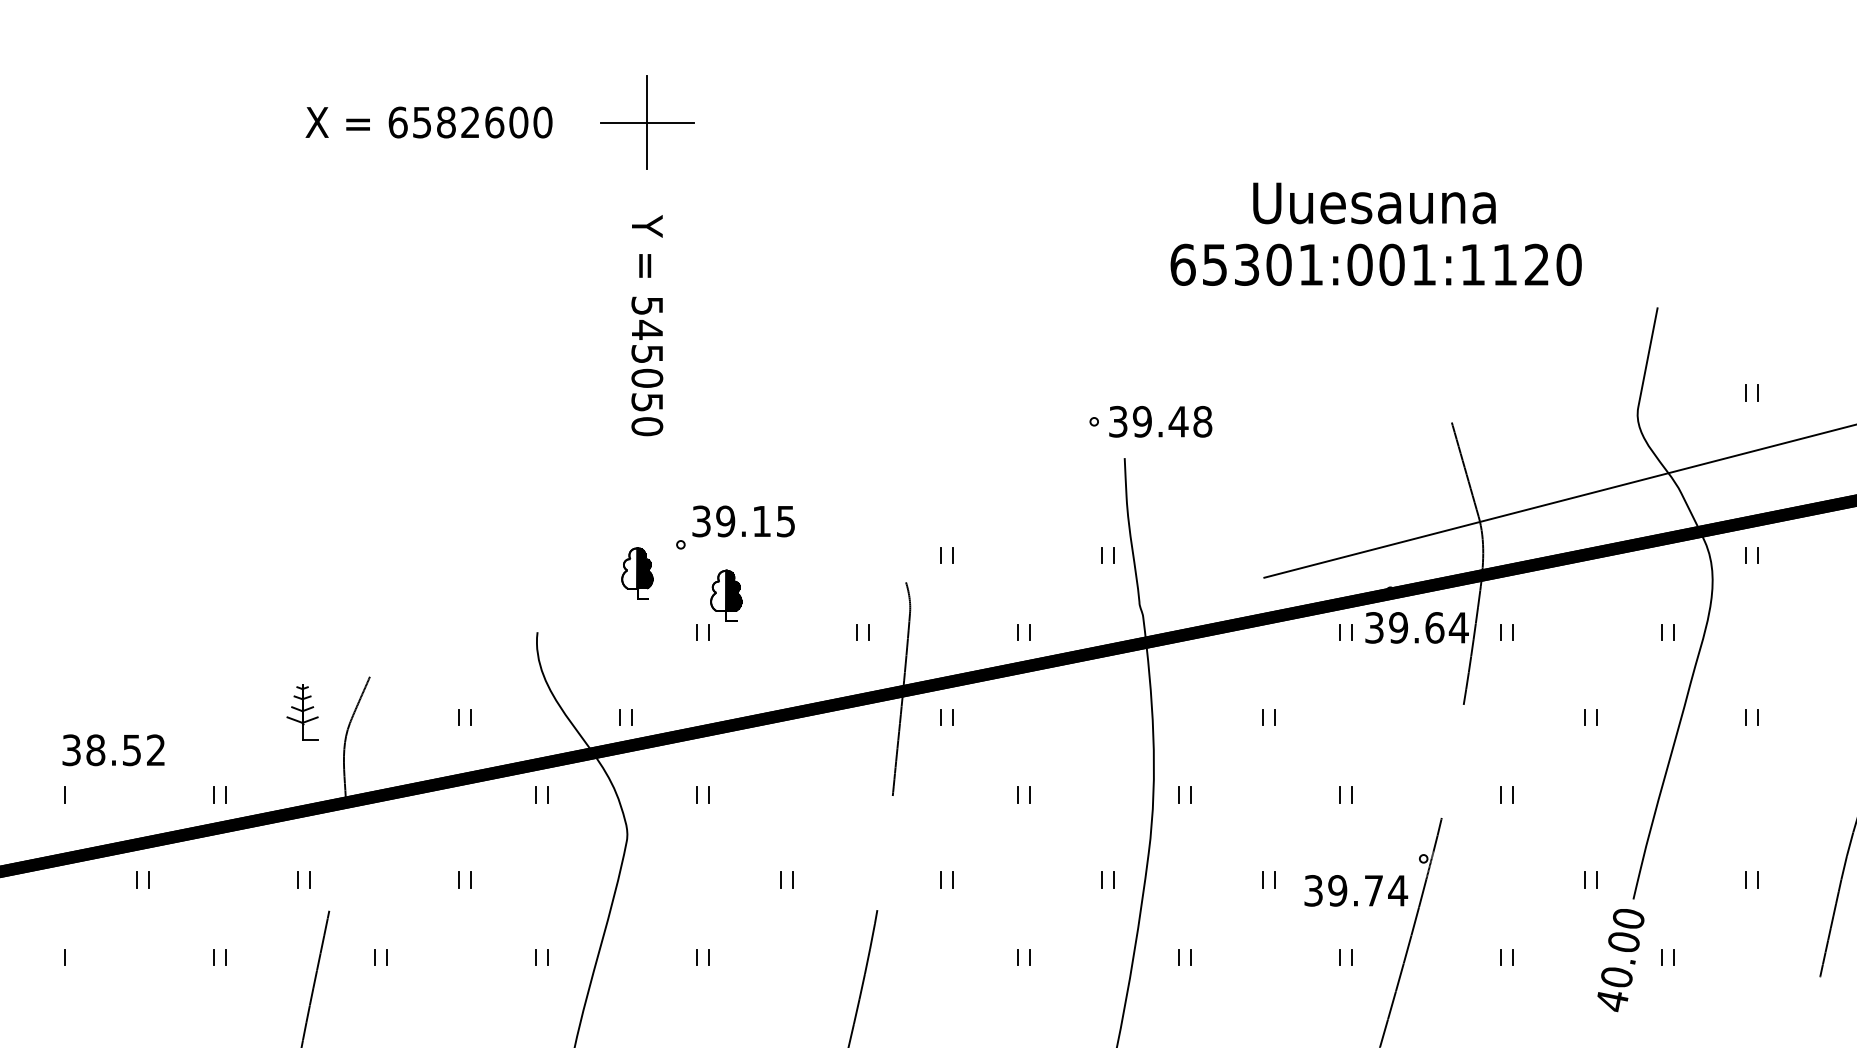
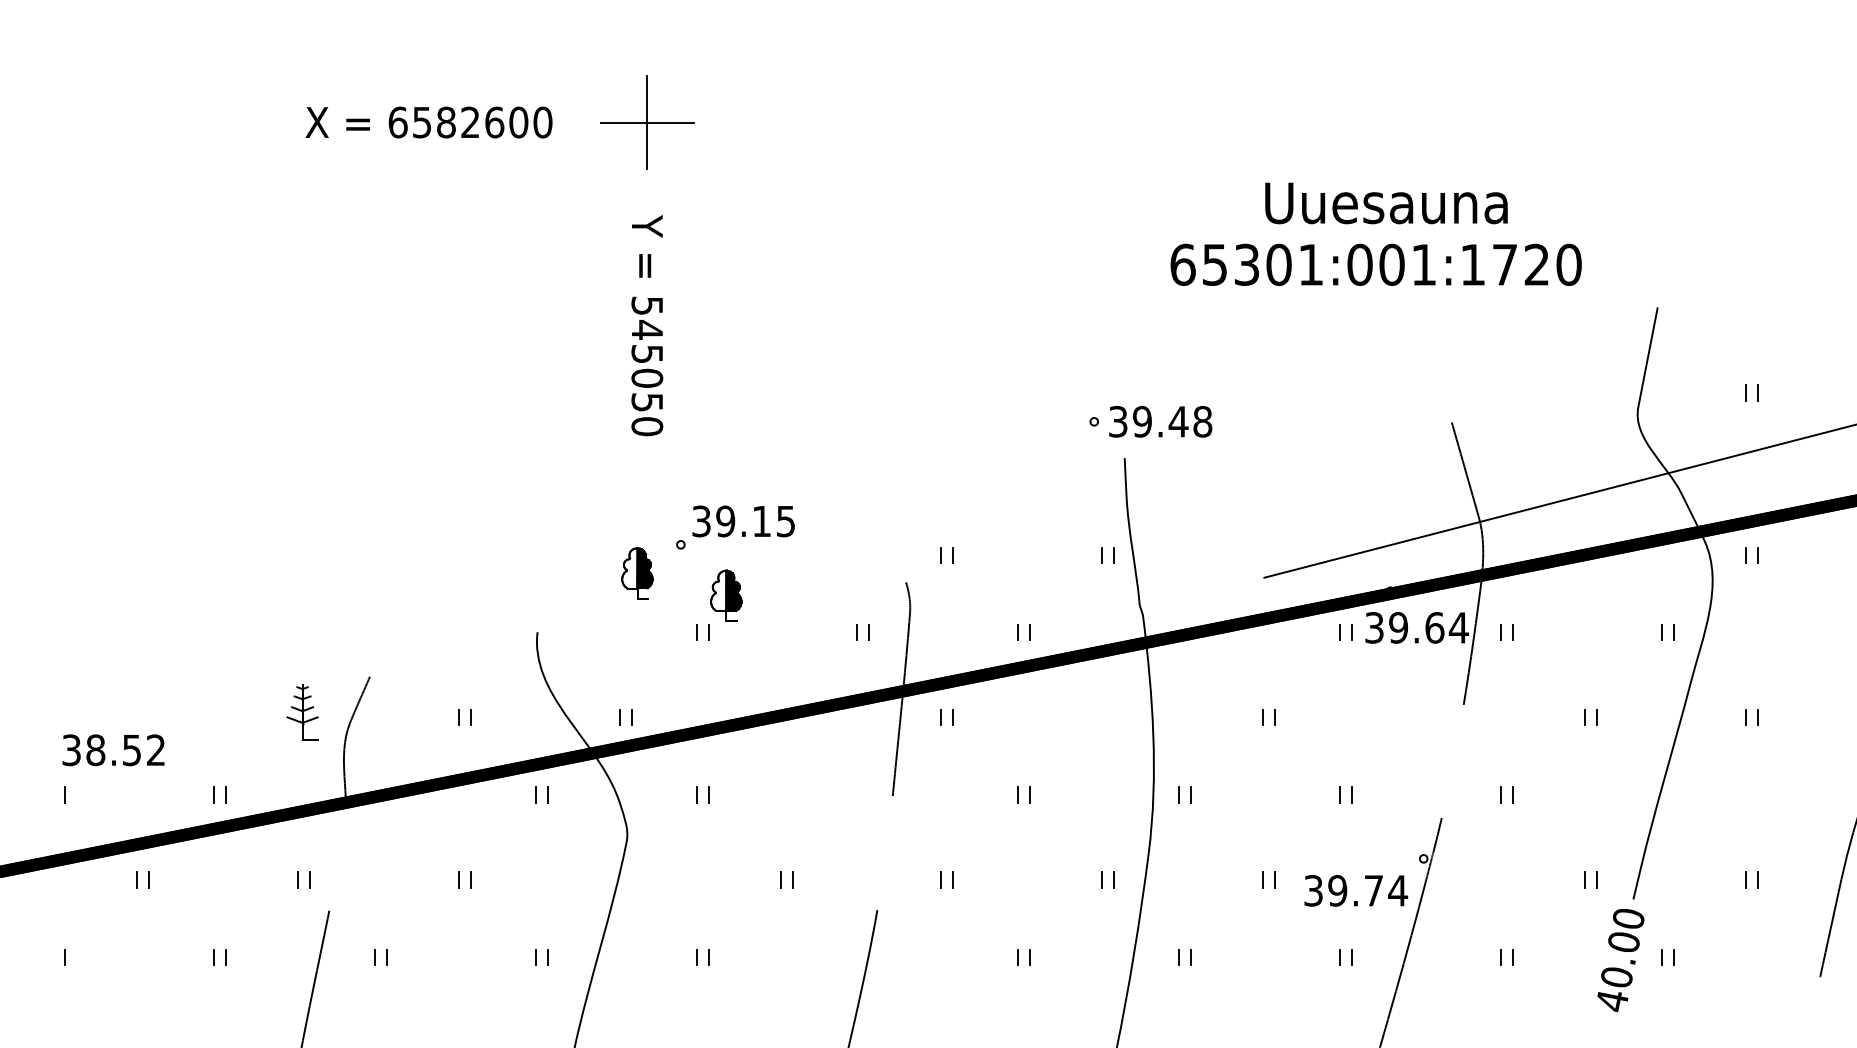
text at (1374, 203) position: (1374, 203) -> (1386, 203)
text at (1504, 264): 65301:001:1120 -> 65301:001:1720
